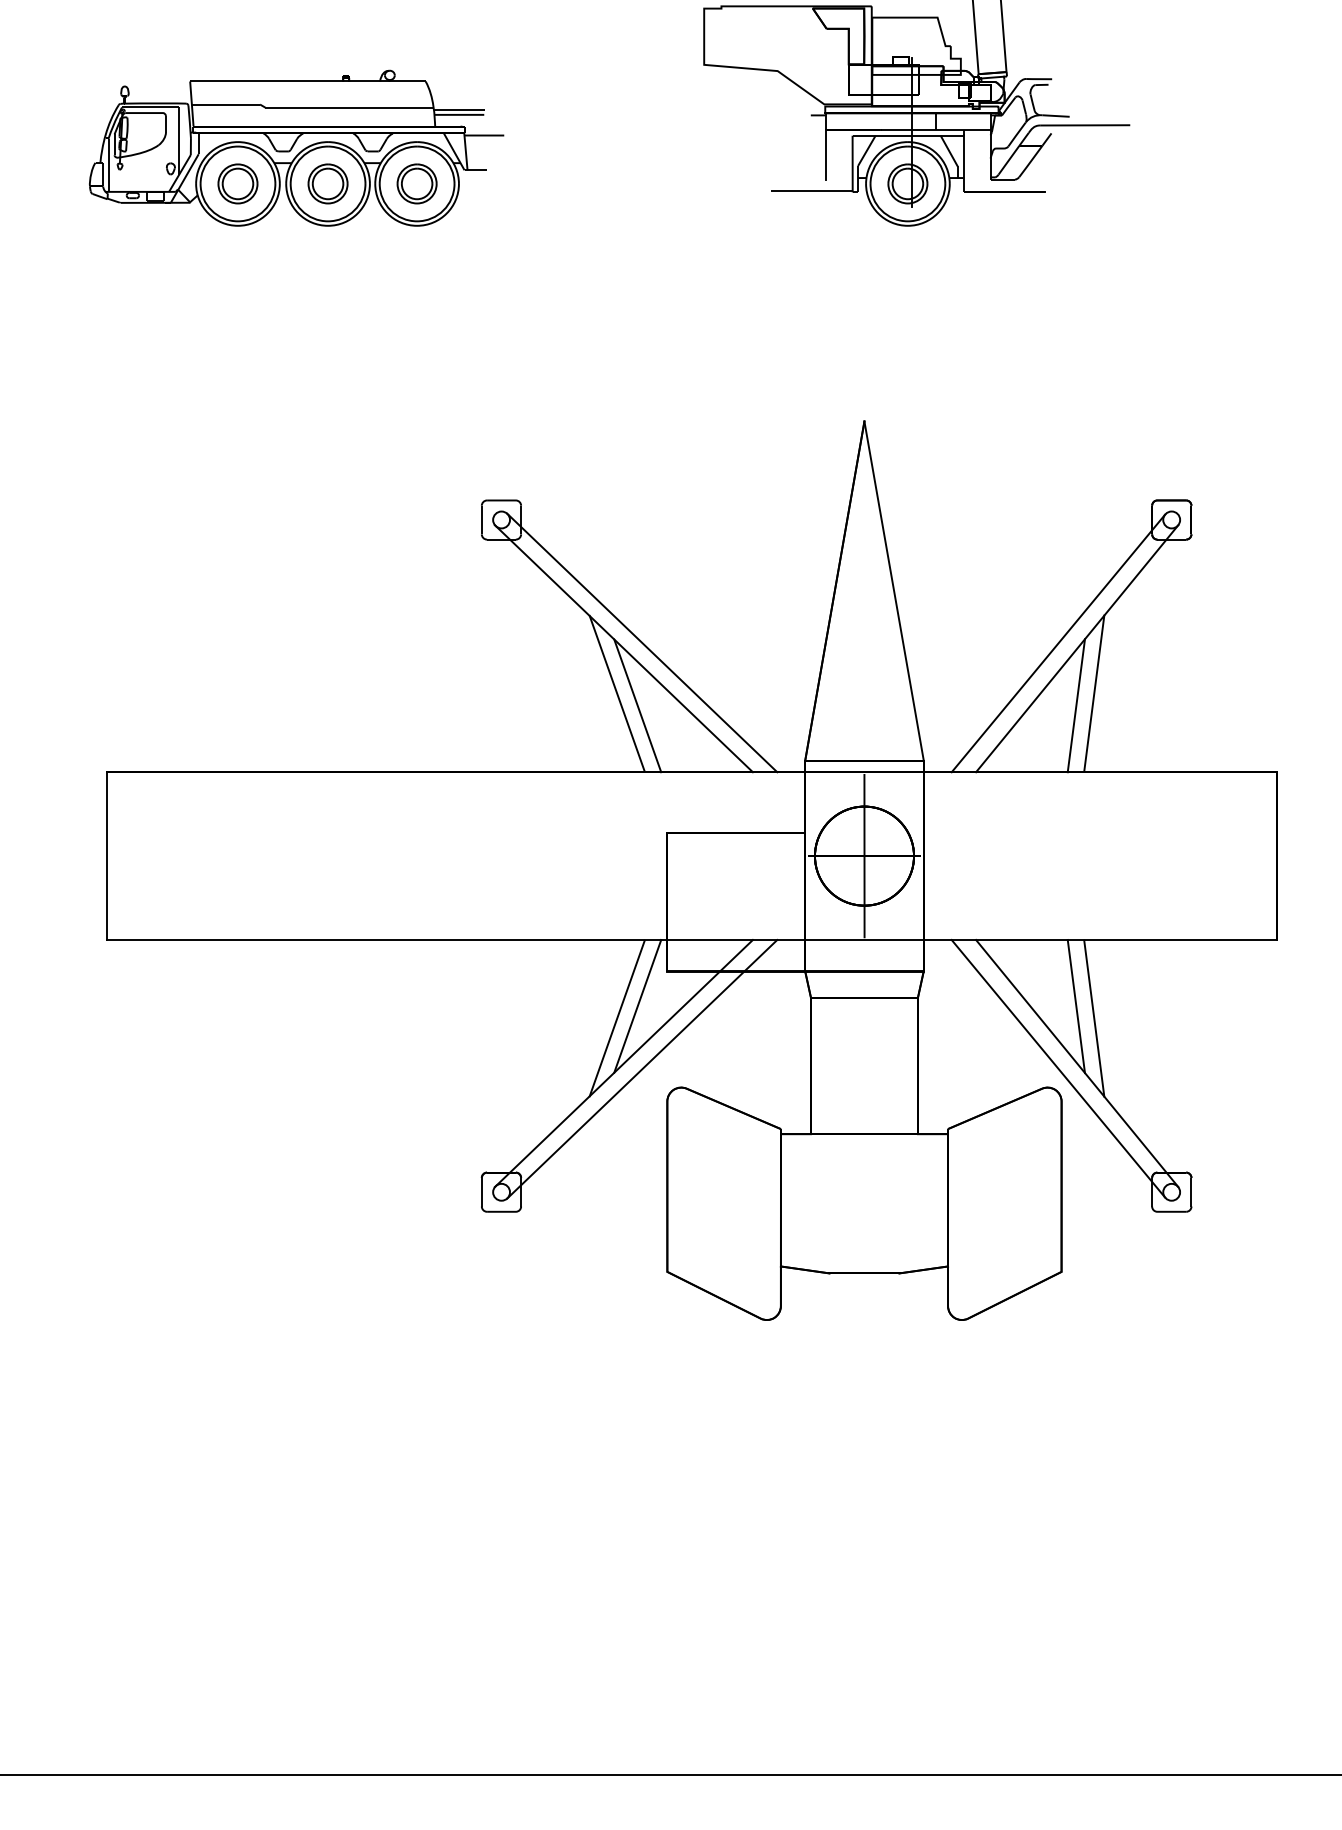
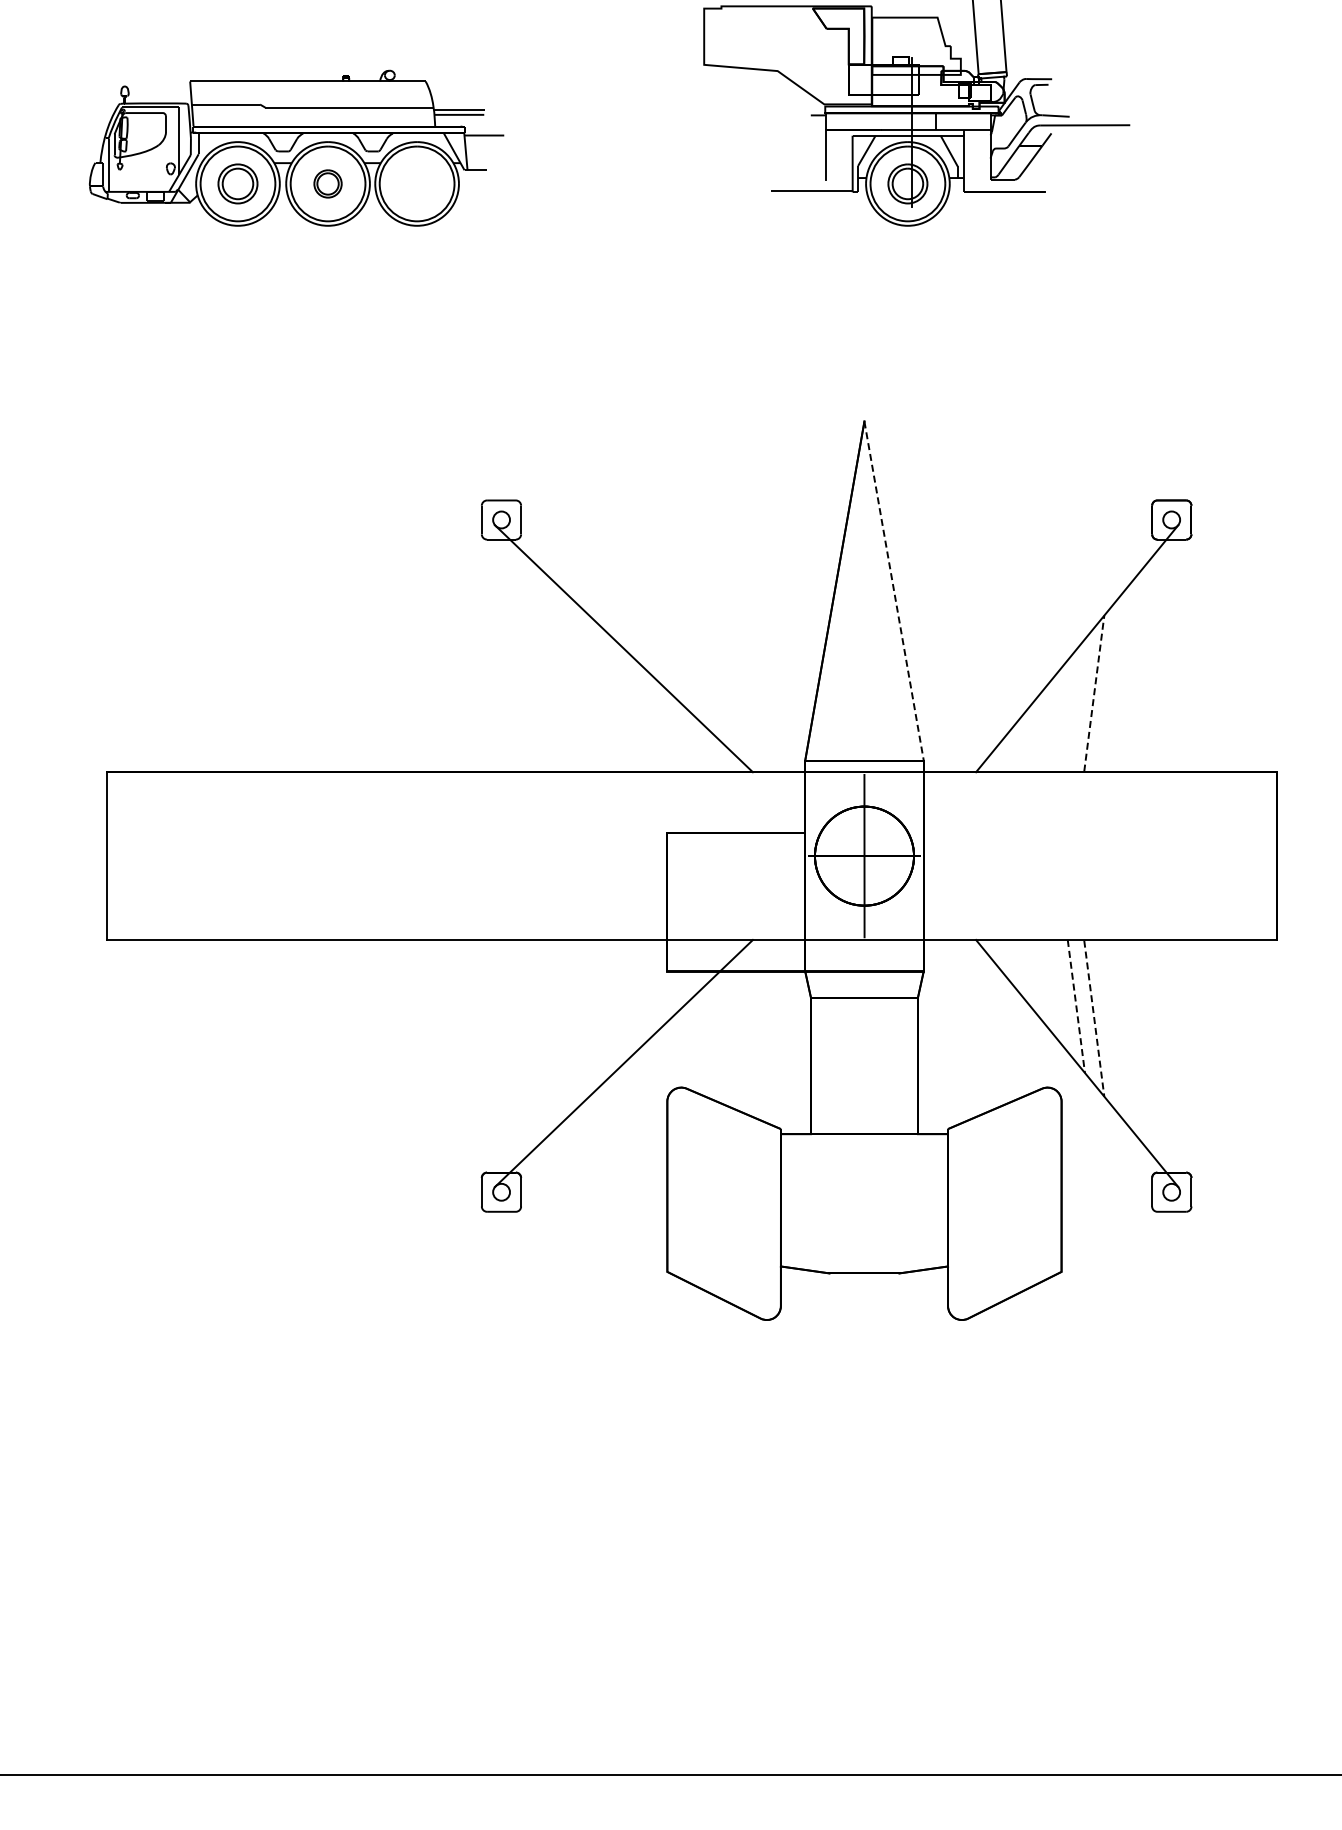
part at (327, 183) size: 42x42 px -> 30x30 px
part at (416, 183): present -> none
line at (894, 591): solid -> dashed
line at (642, 642): present -> none
line at (1058, 643): present -> none
line at (616, 693): present -> none
line at (1094, 693): solid -> dashed
line at (637, 705): present -> none
line at (1076, 705): present -> none
line at (637, 1006): present -> none
line at (1076, 1007): solid -> dashed
line at (616, 1018): present -> none
line at (1094, 1018): solid -> dashed
line at (1058, 1068): present -> none
line at (642, 1069): present -> none
